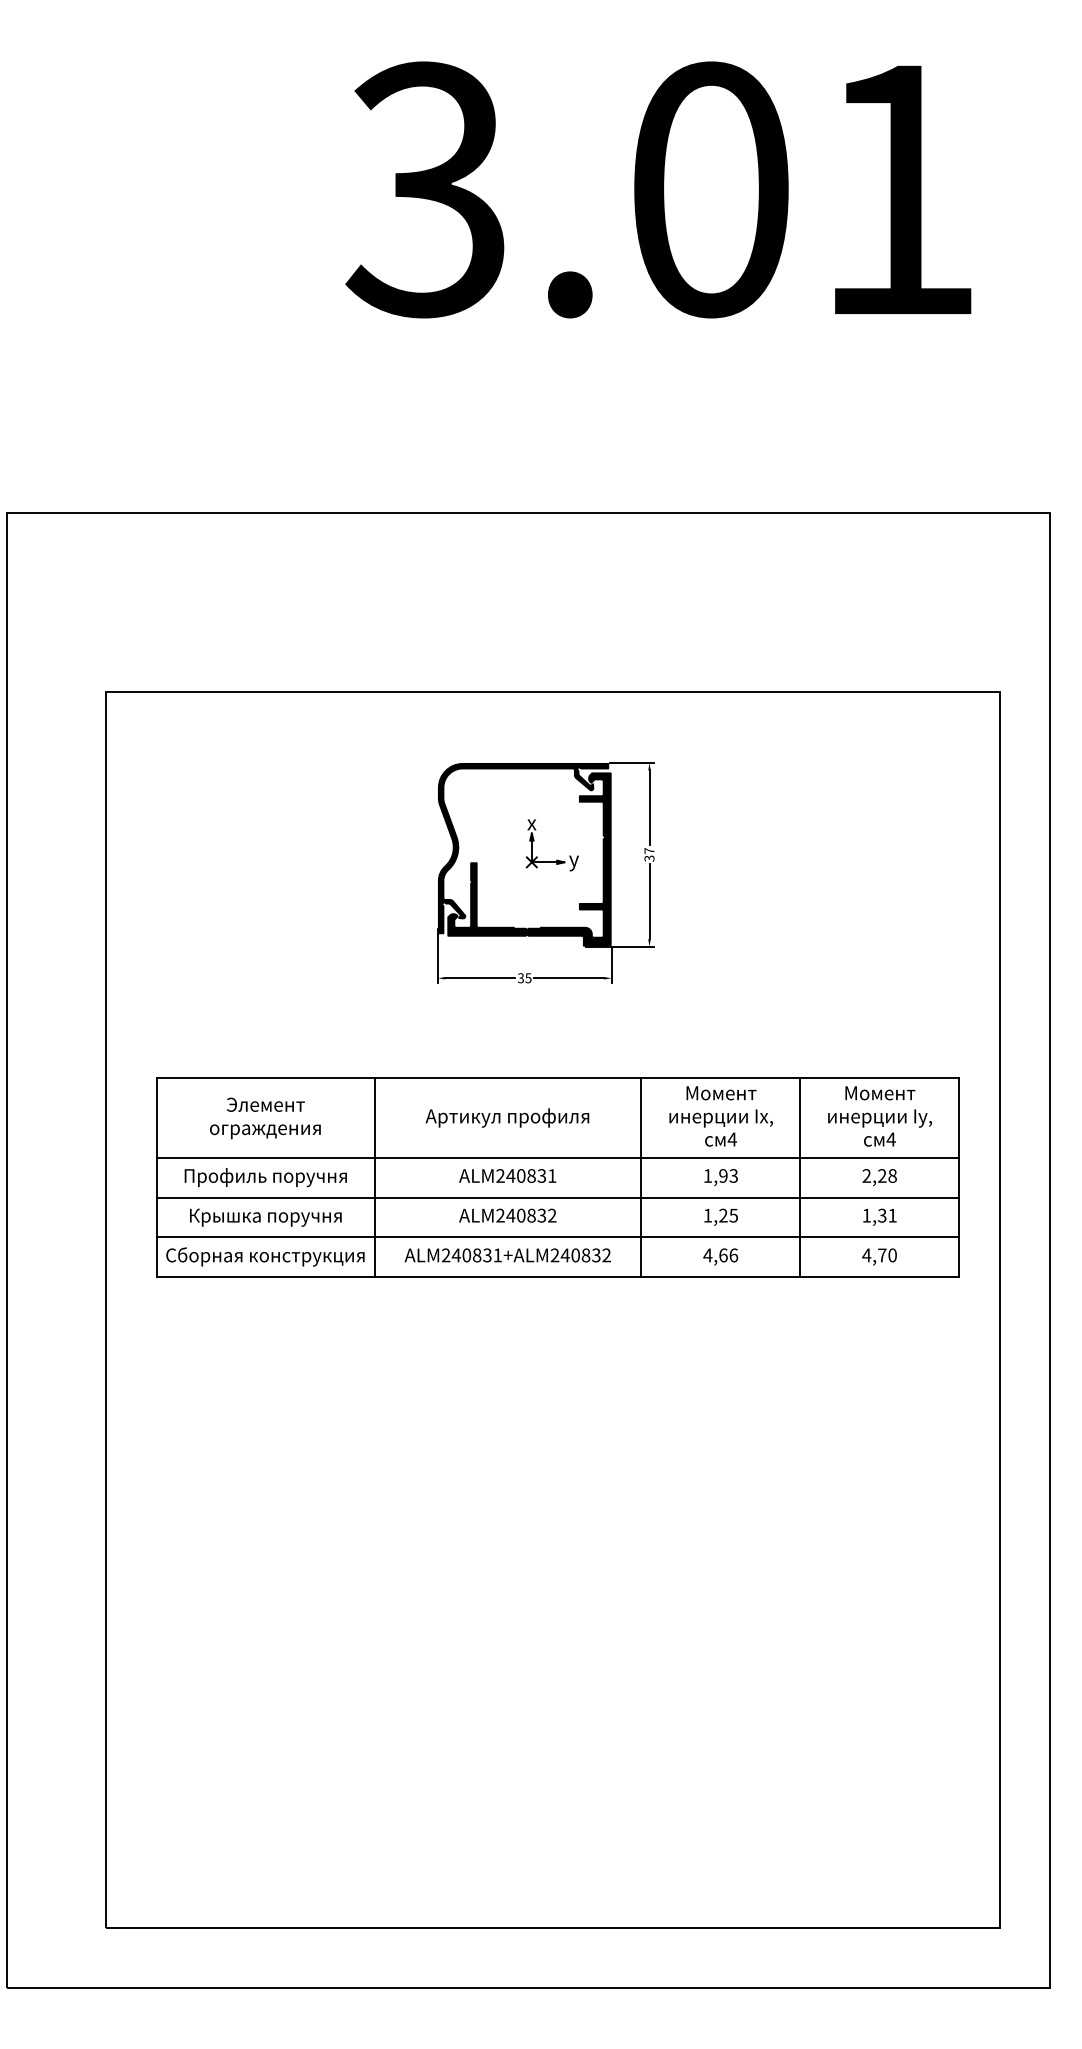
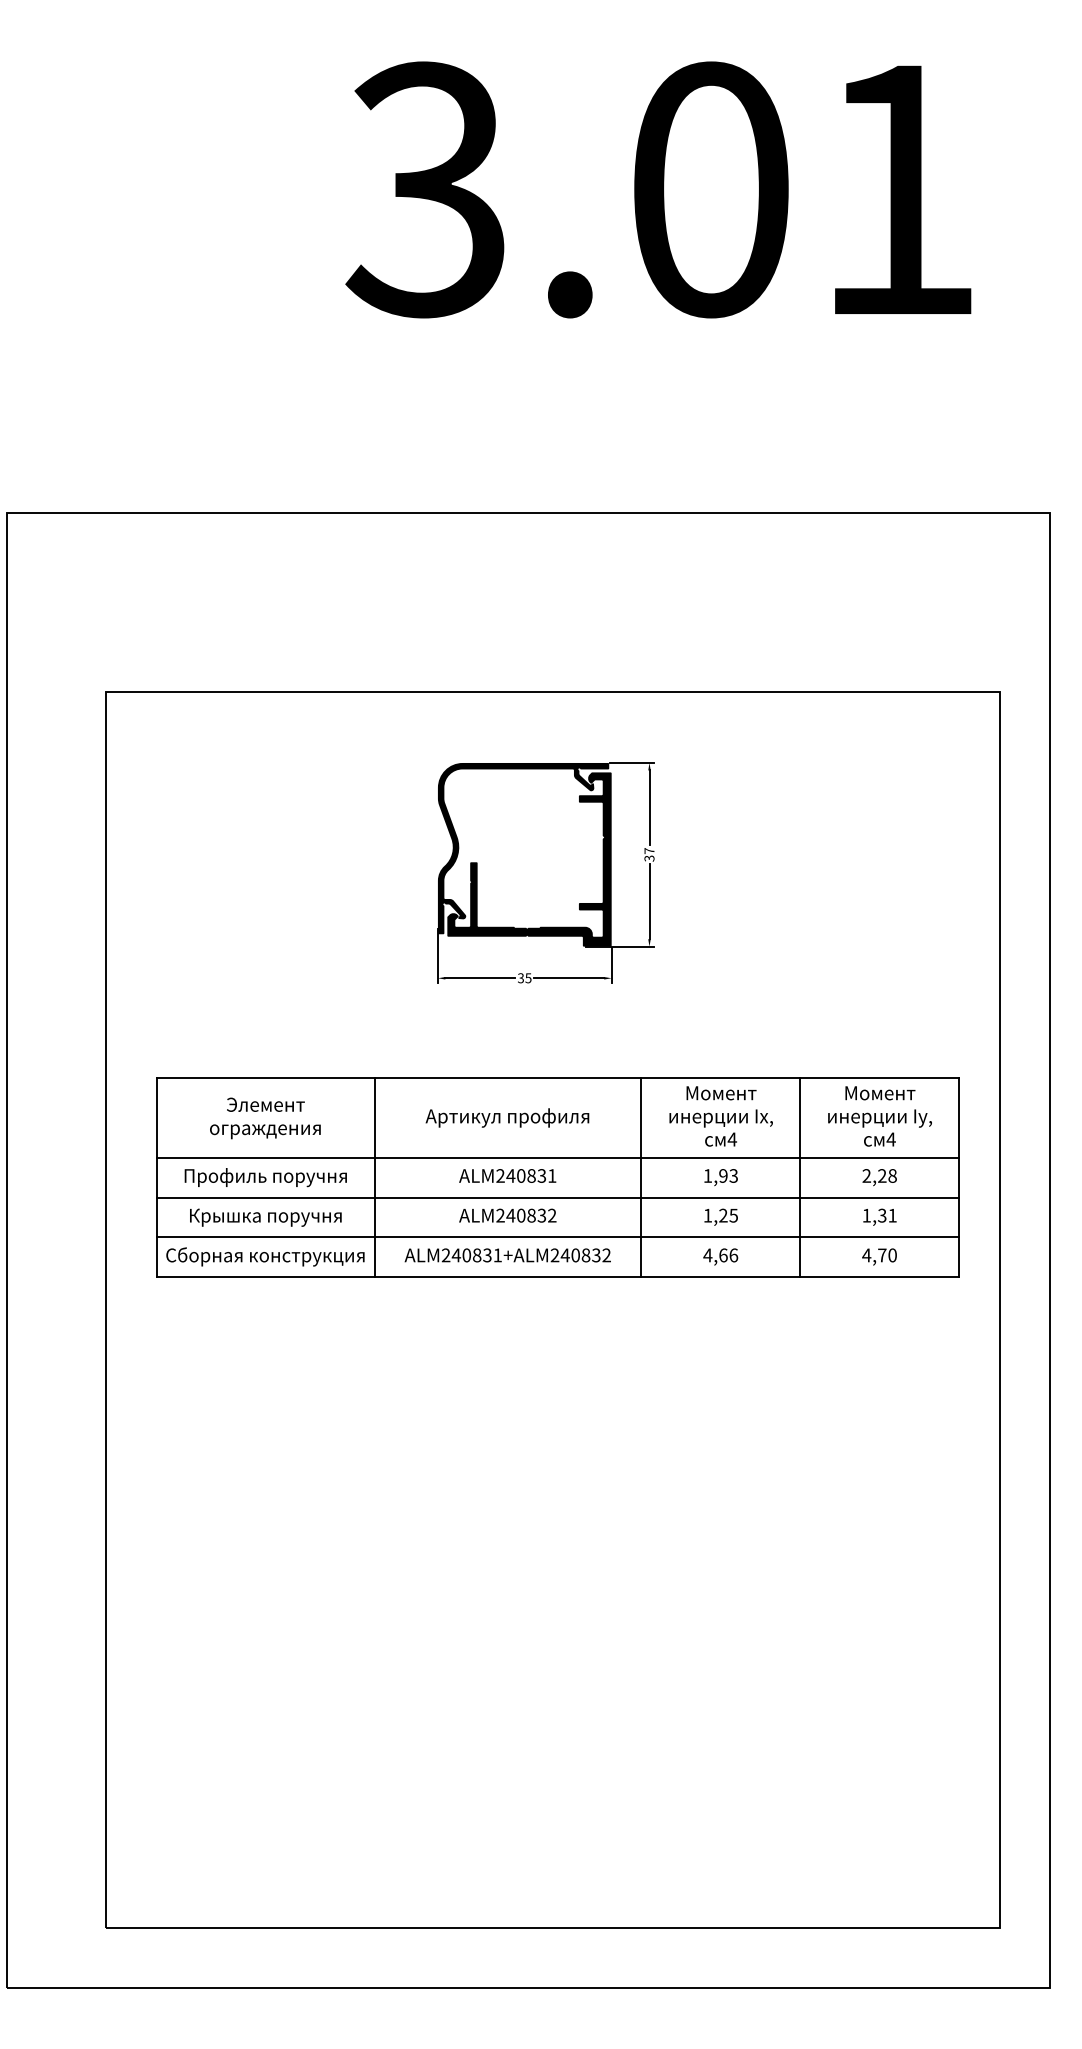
part at (556, 859): present -> none
